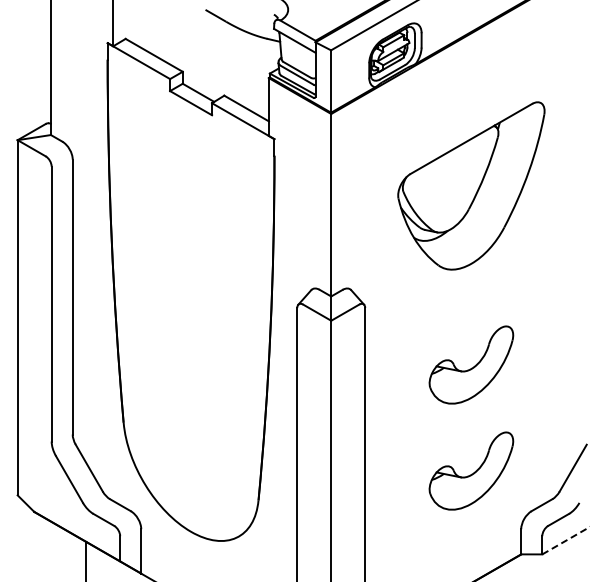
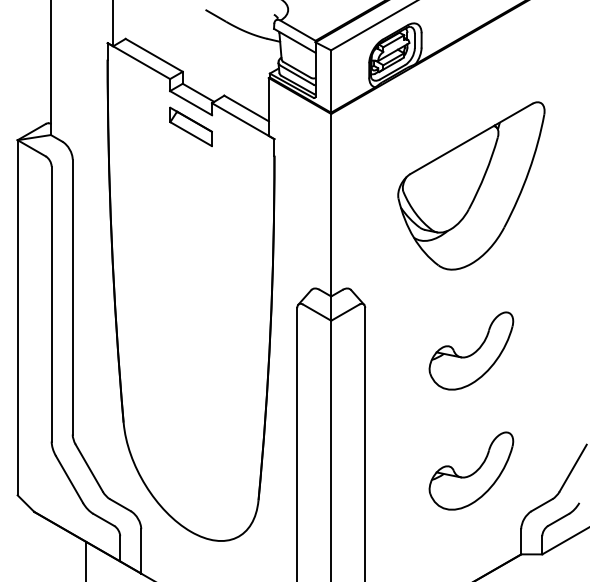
part at (190, 126): none -> present
part at (471, 364) position: (471, 364) -> (471, 350)
line at (565, 540): dashed -> solid
